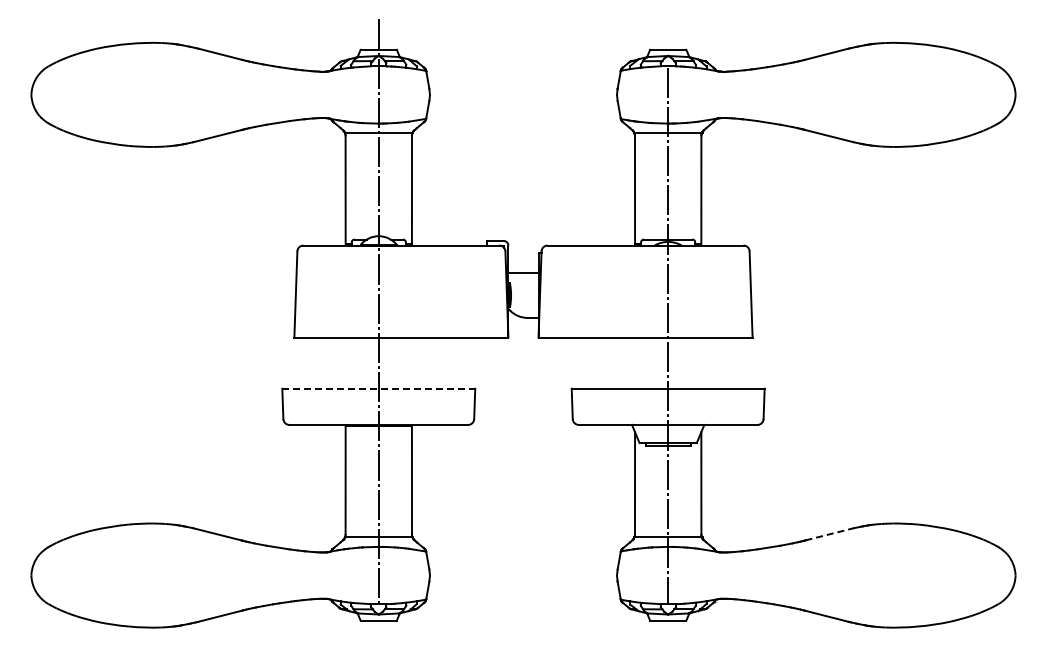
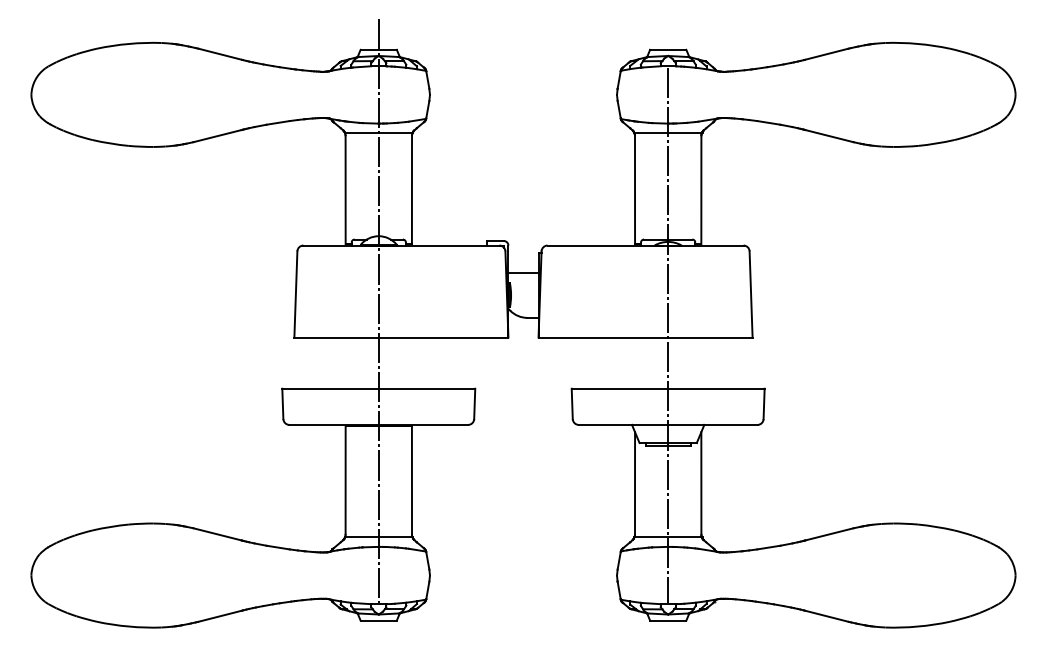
line at (379, 388): dashed -> solid
line at (829, 534): dashed -> solid
